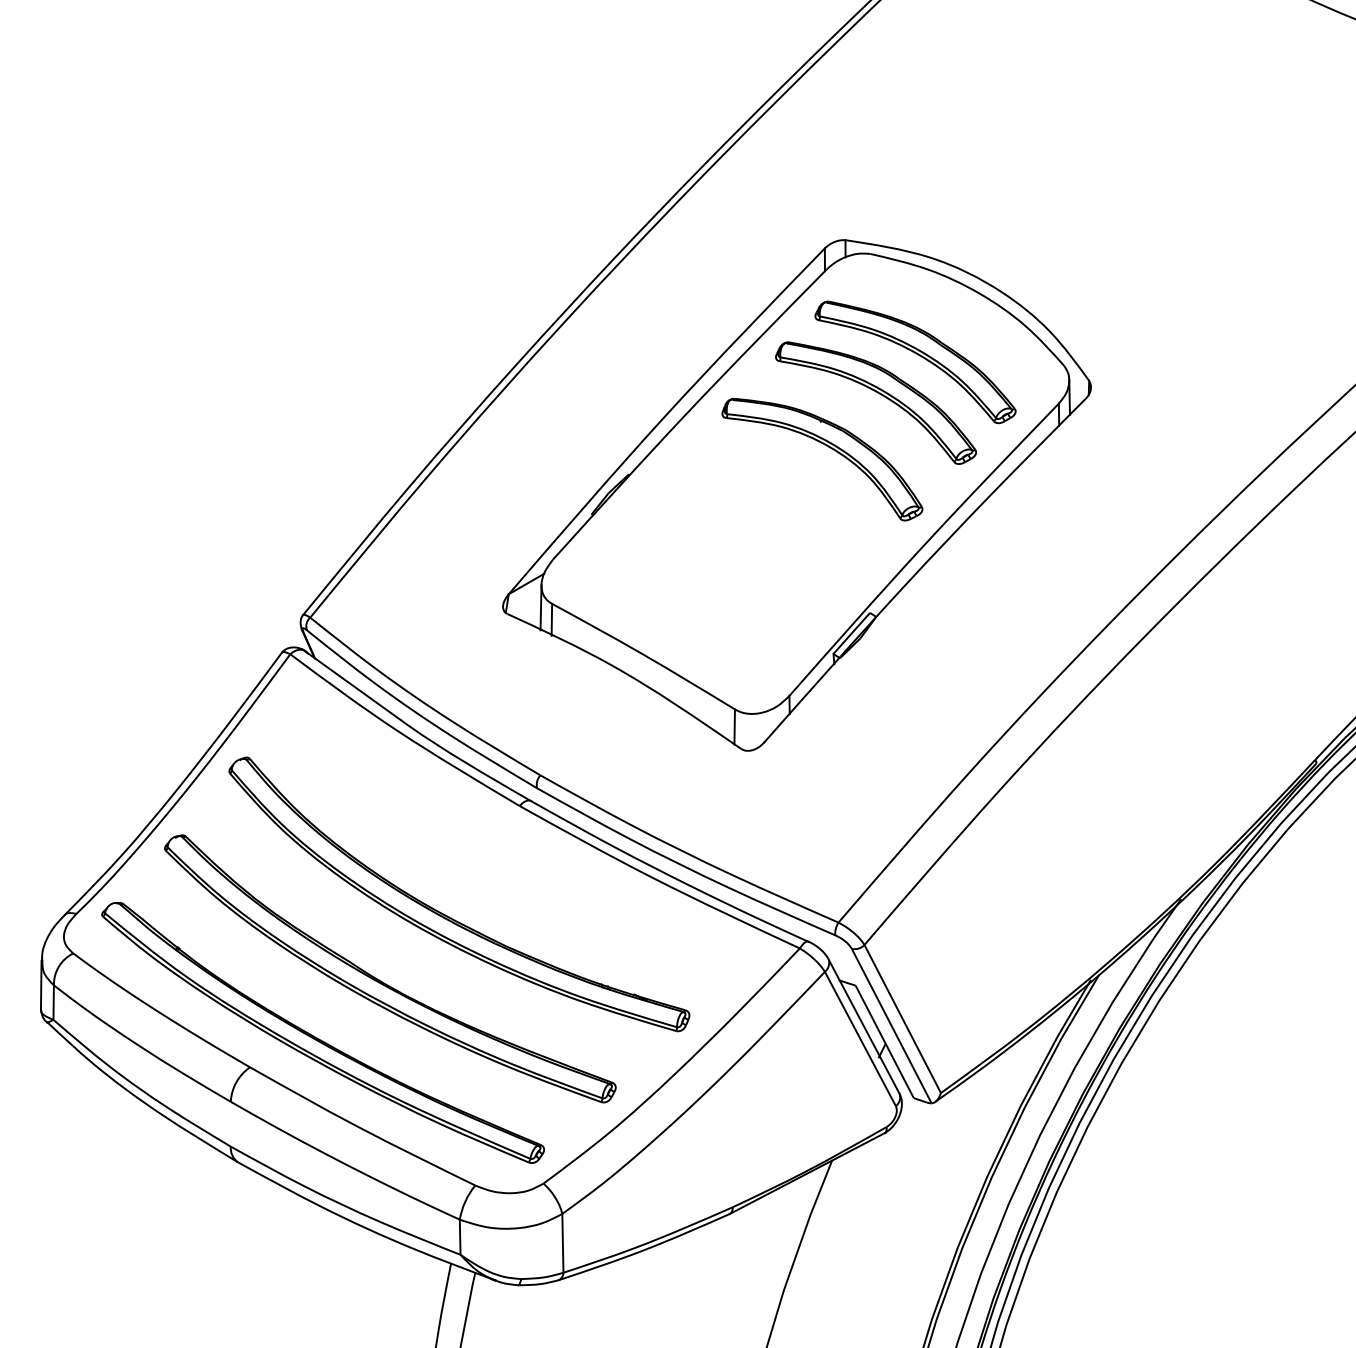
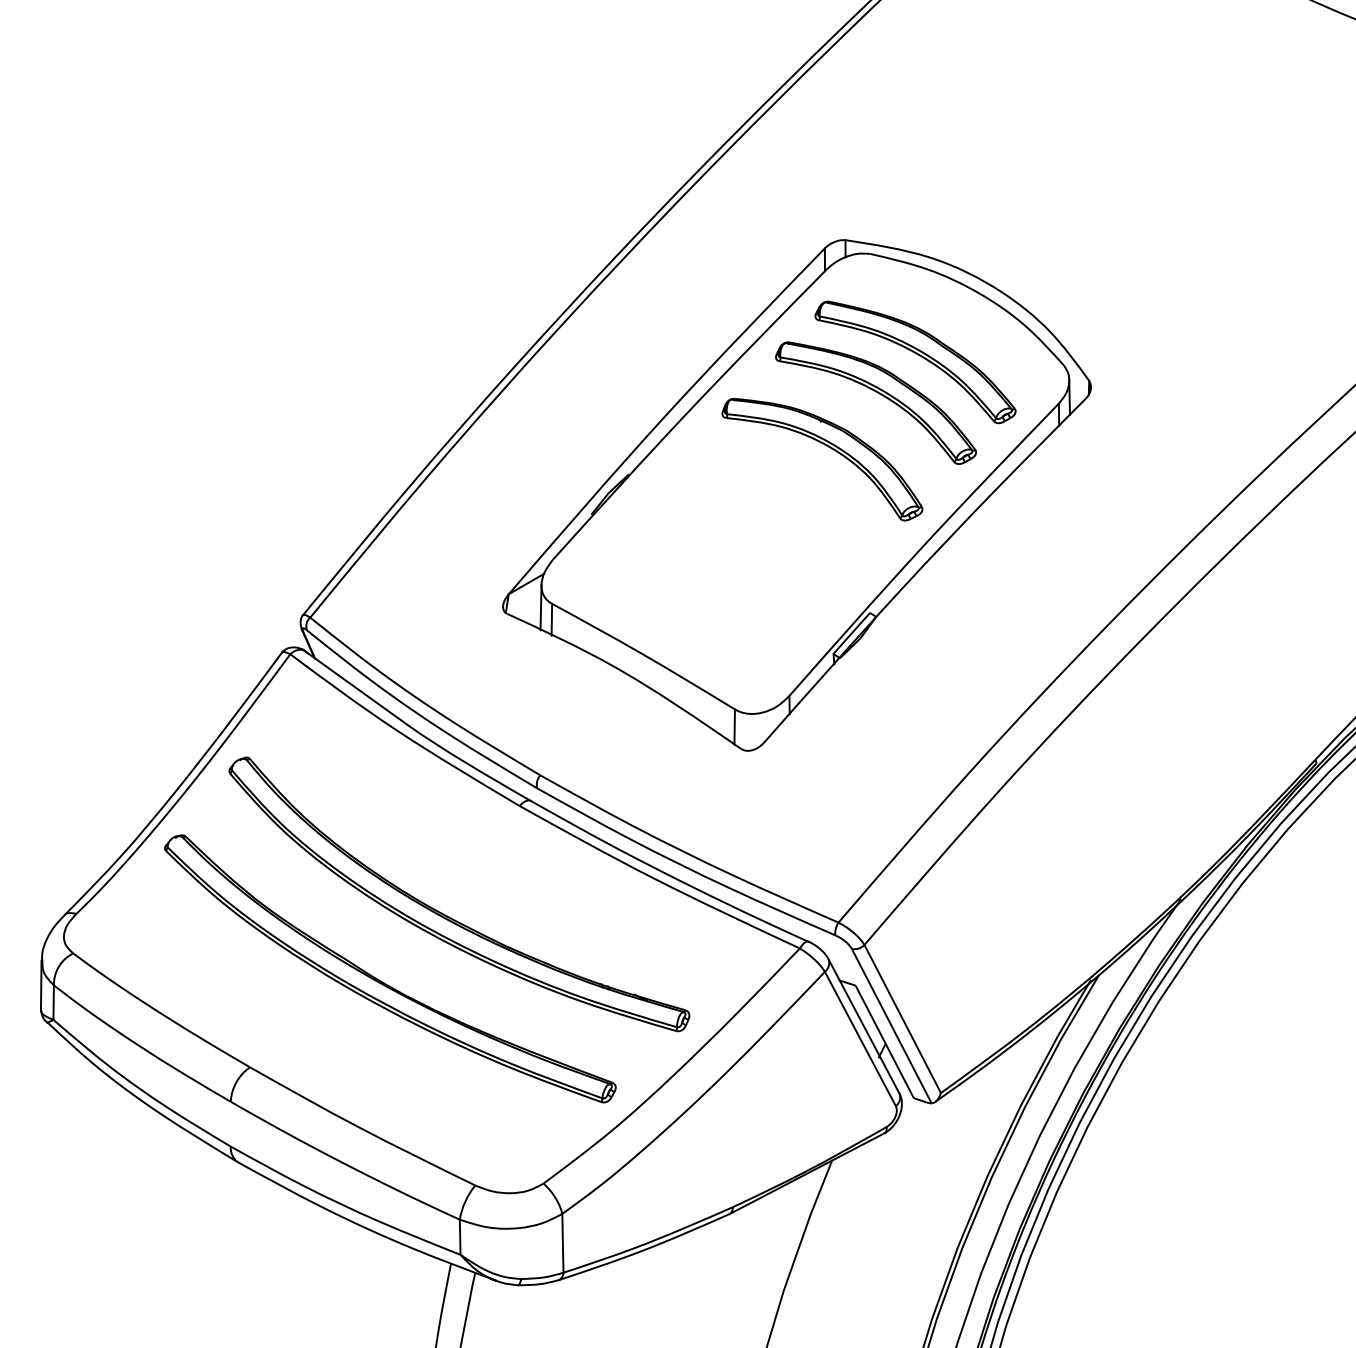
part at (319, 1038): present -> none
